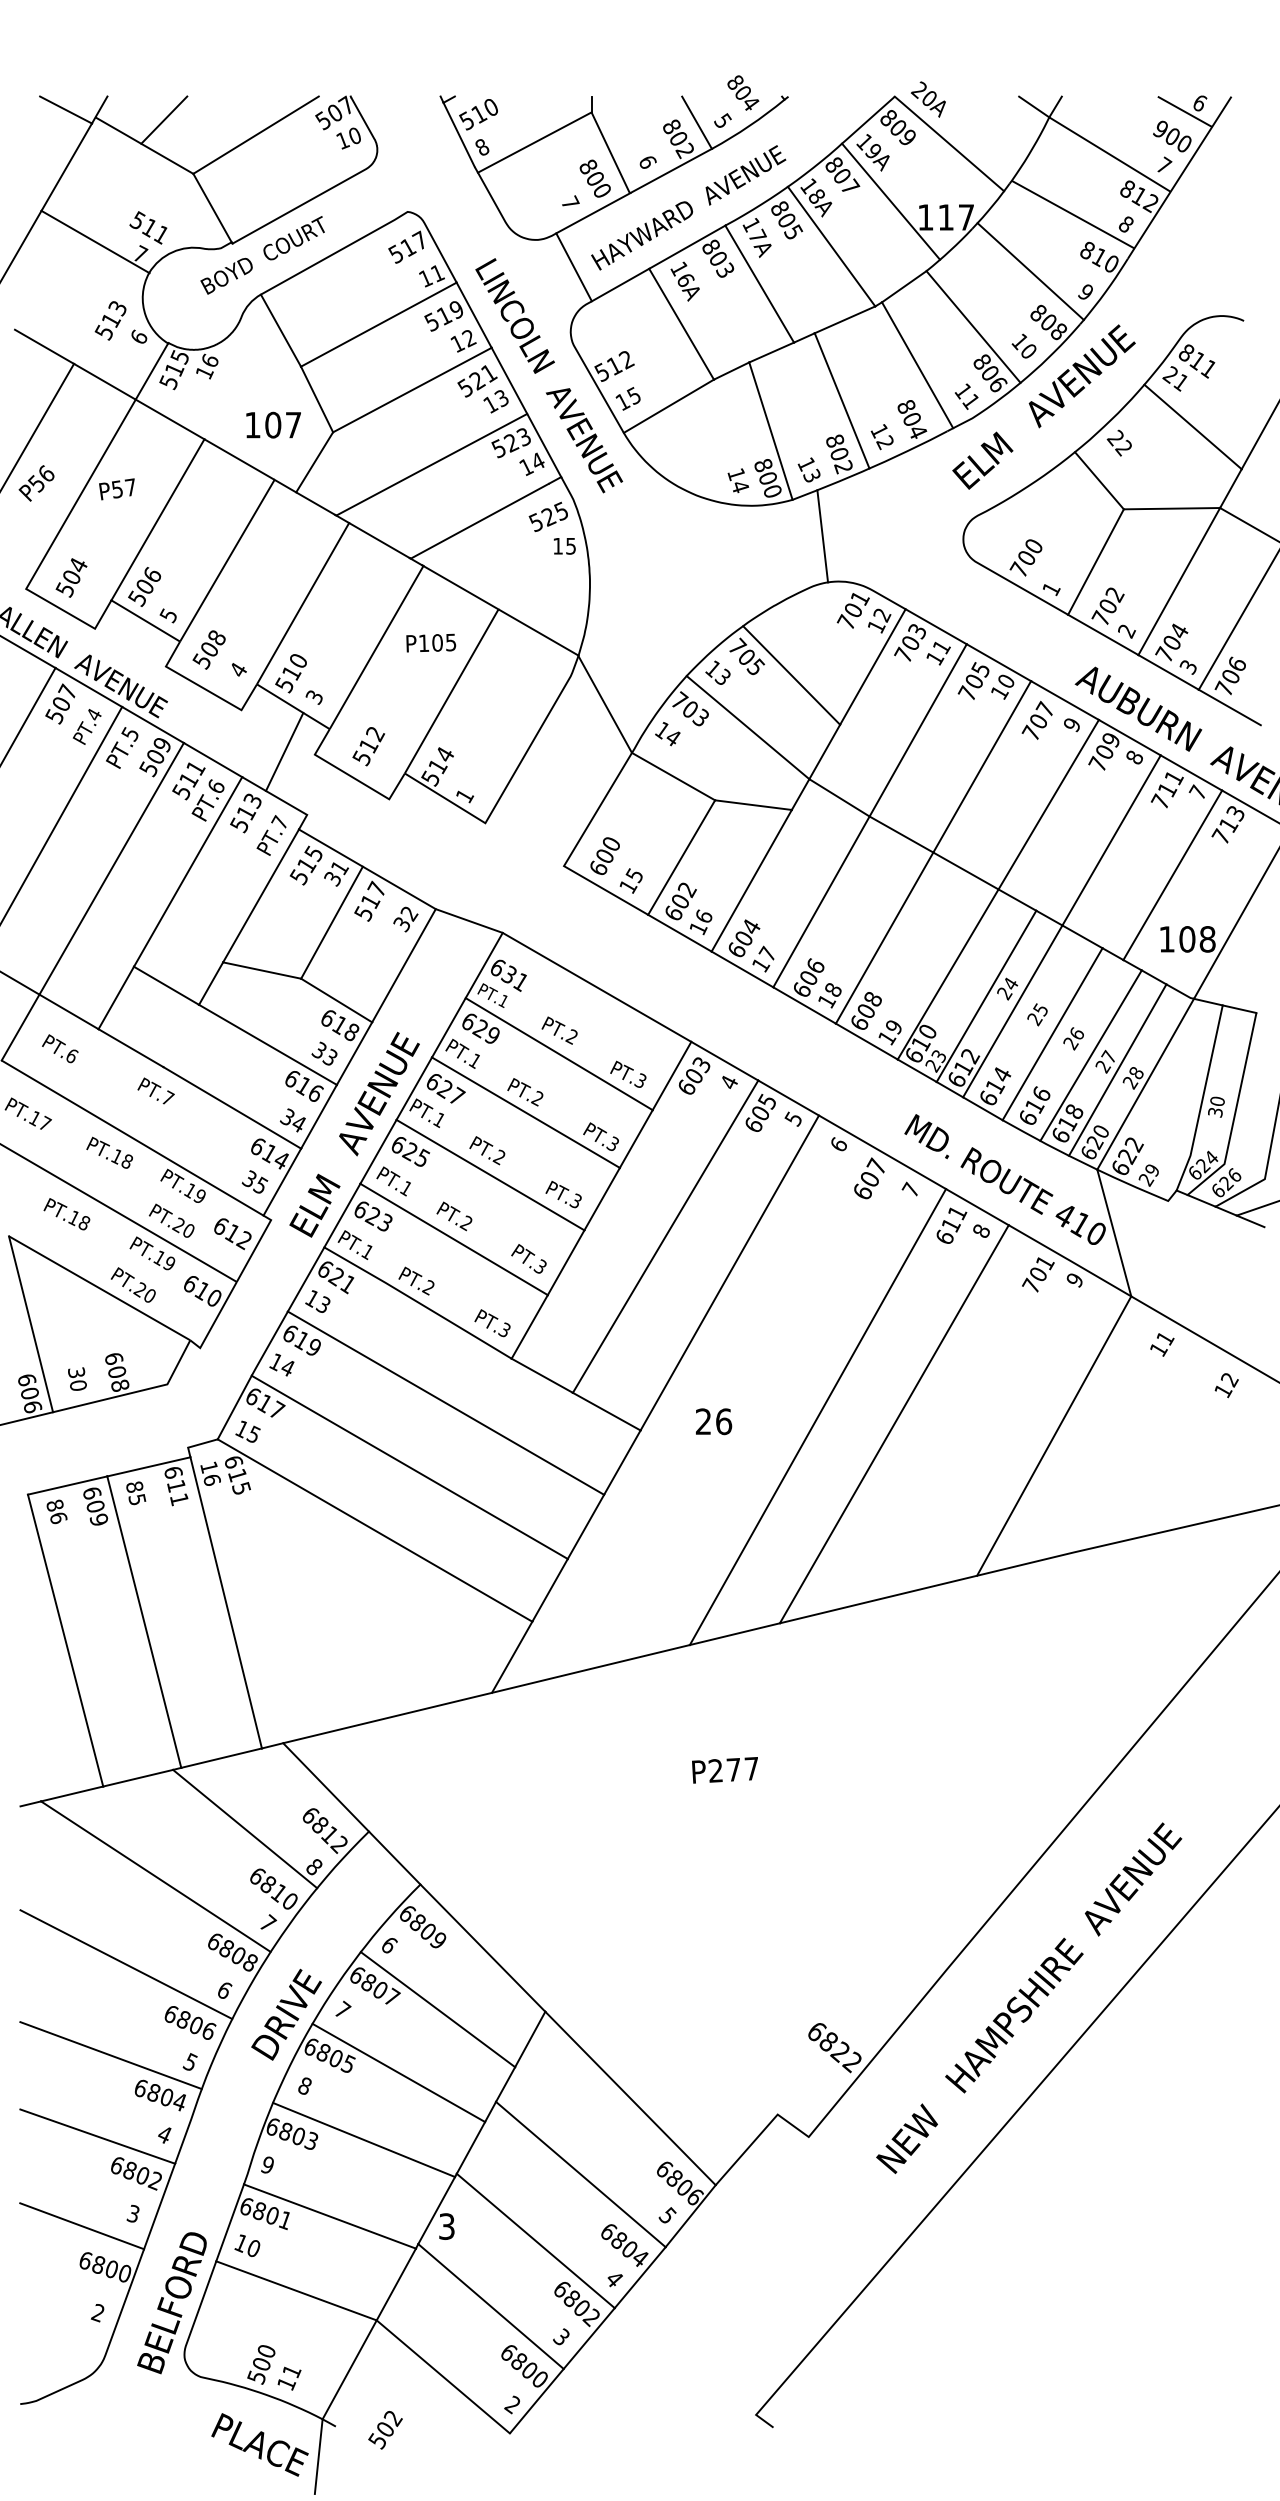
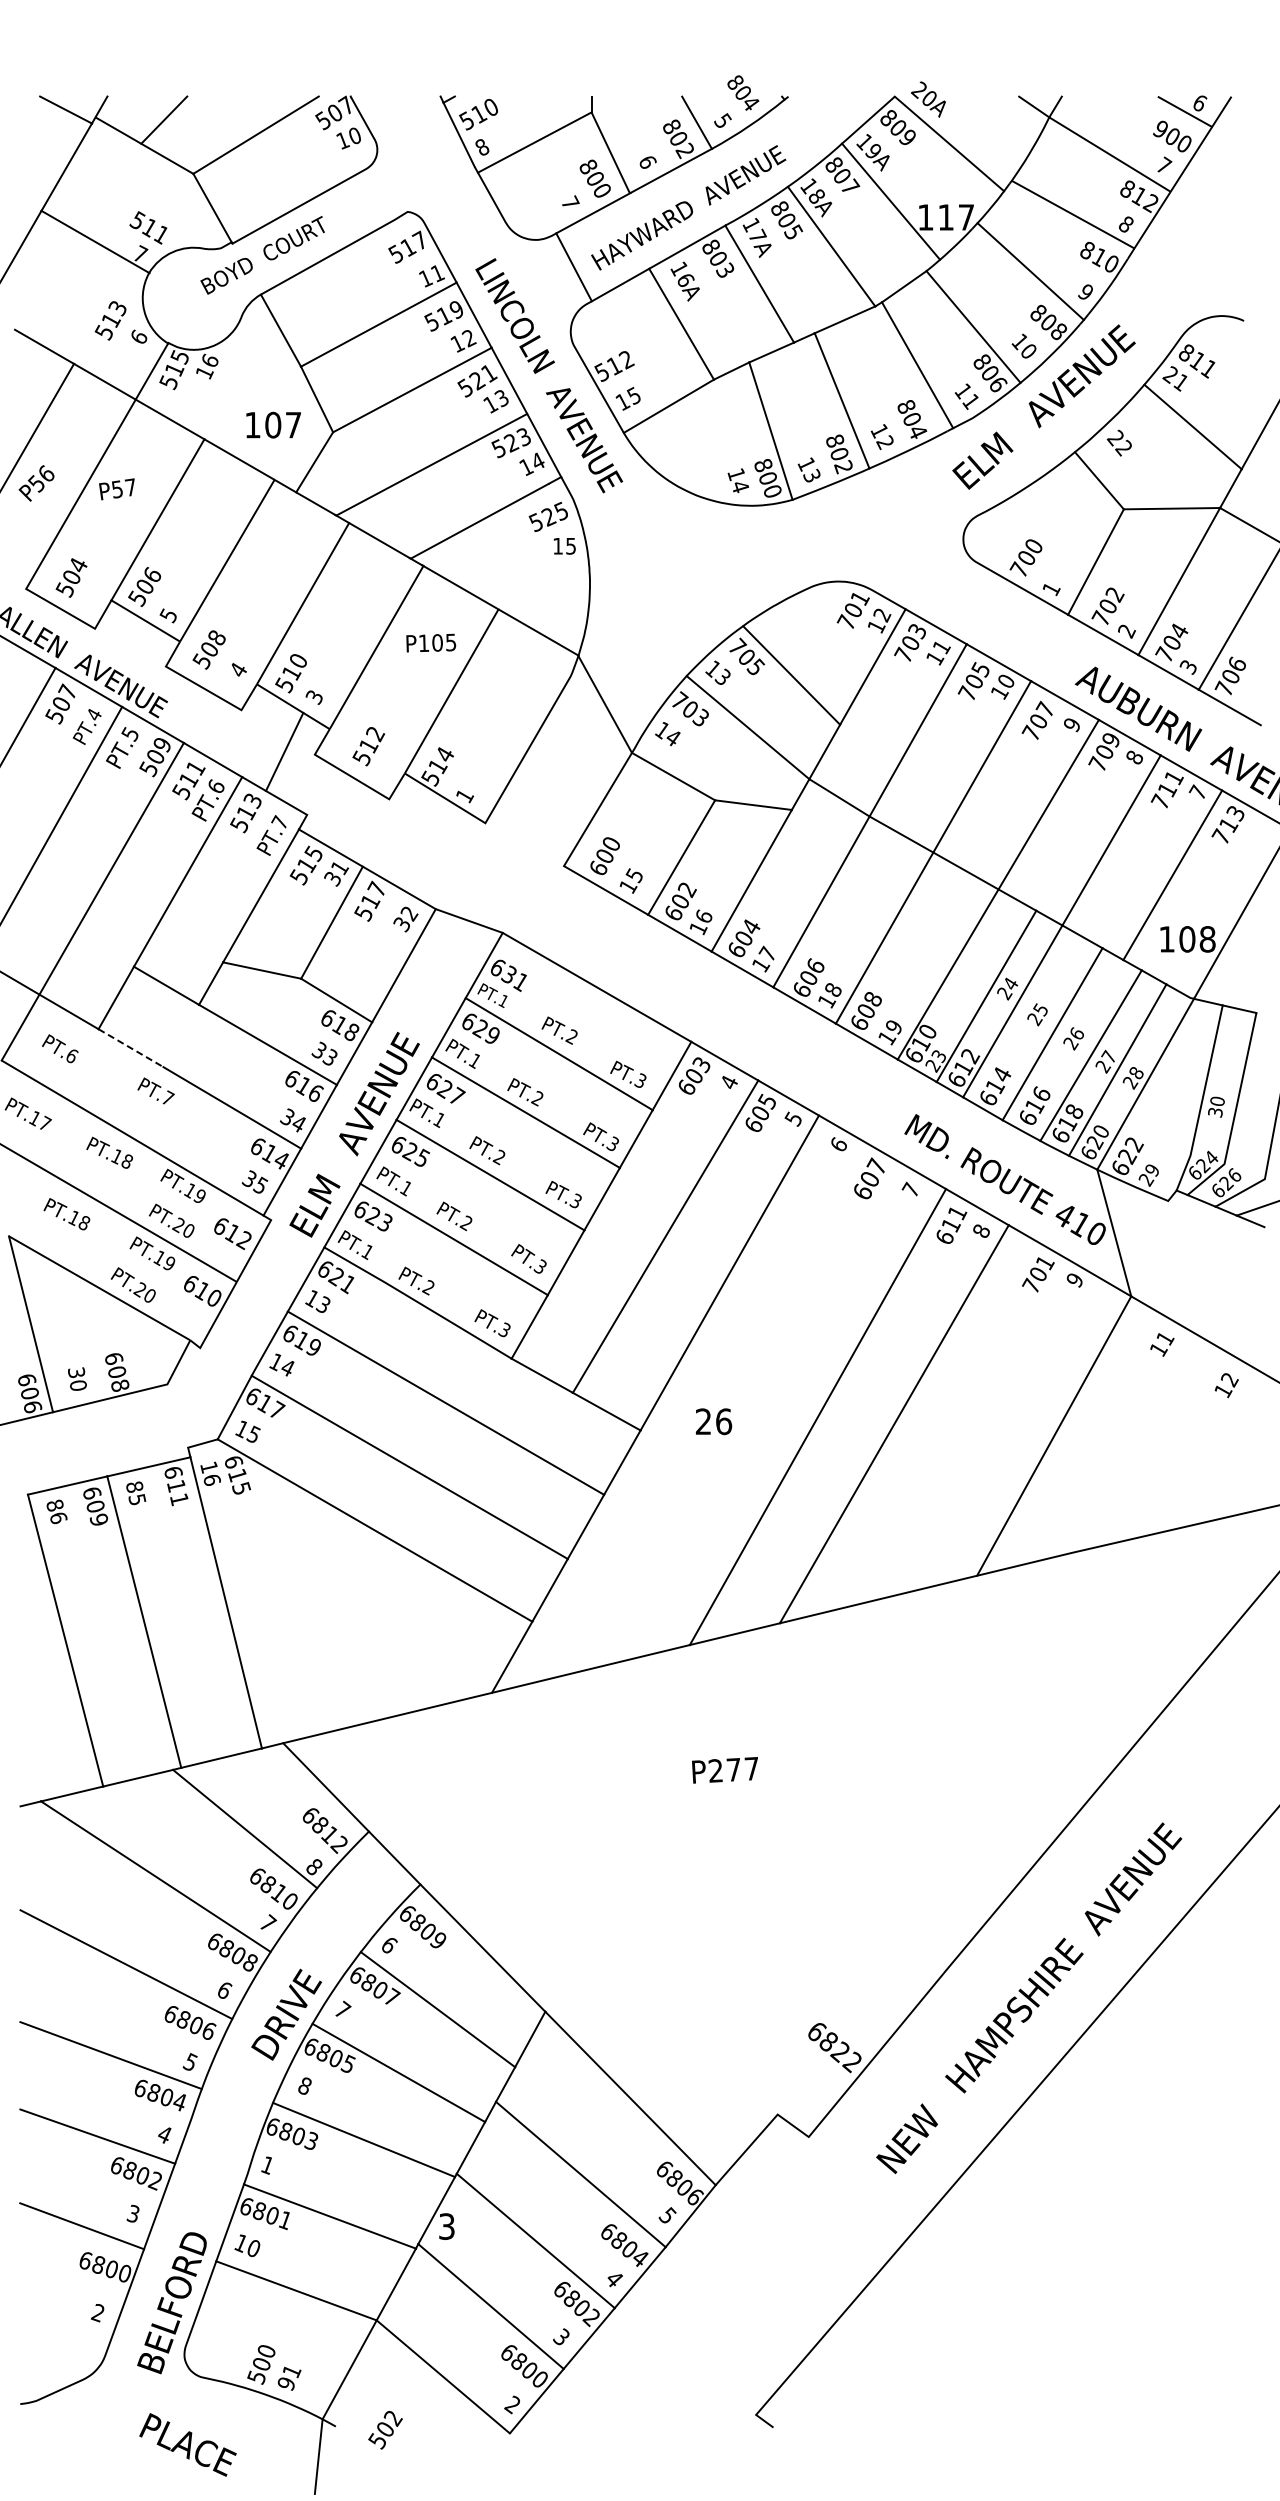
line at (822, 536): present -> none
line at (131, 1048): solid -> dashed
text at (267, 2165): 9 -> 1
text at (286, 2383): 11 -> 91
text at (259, 2444) position: (259, 2444) -> (187, 2444)
